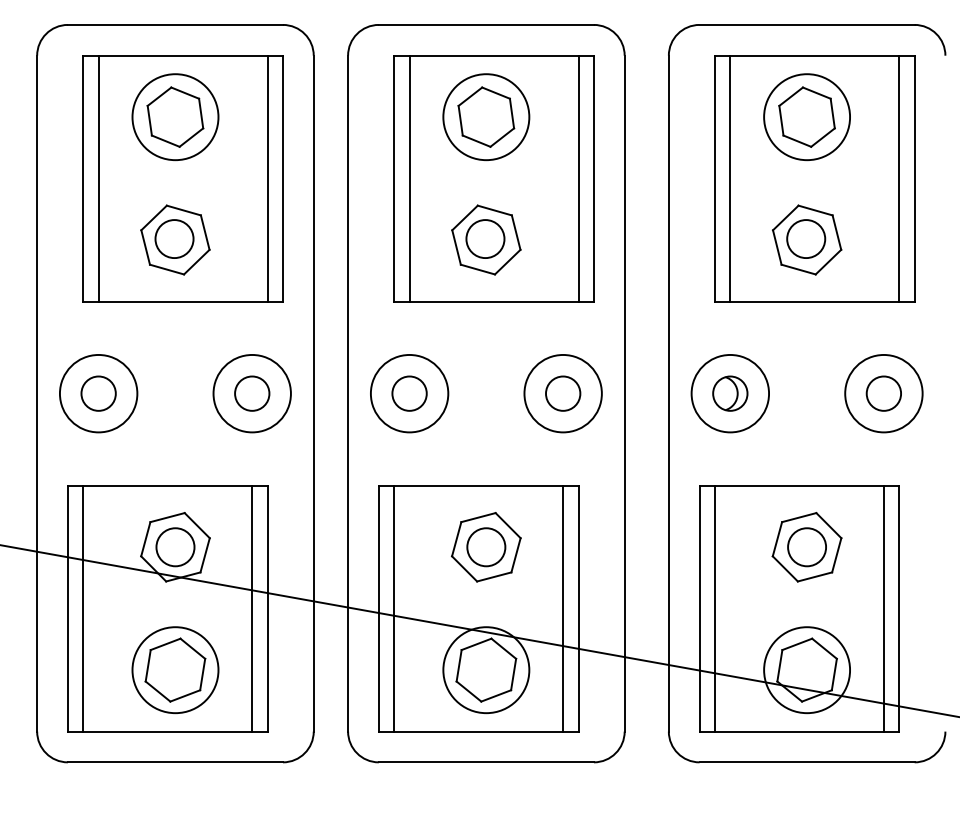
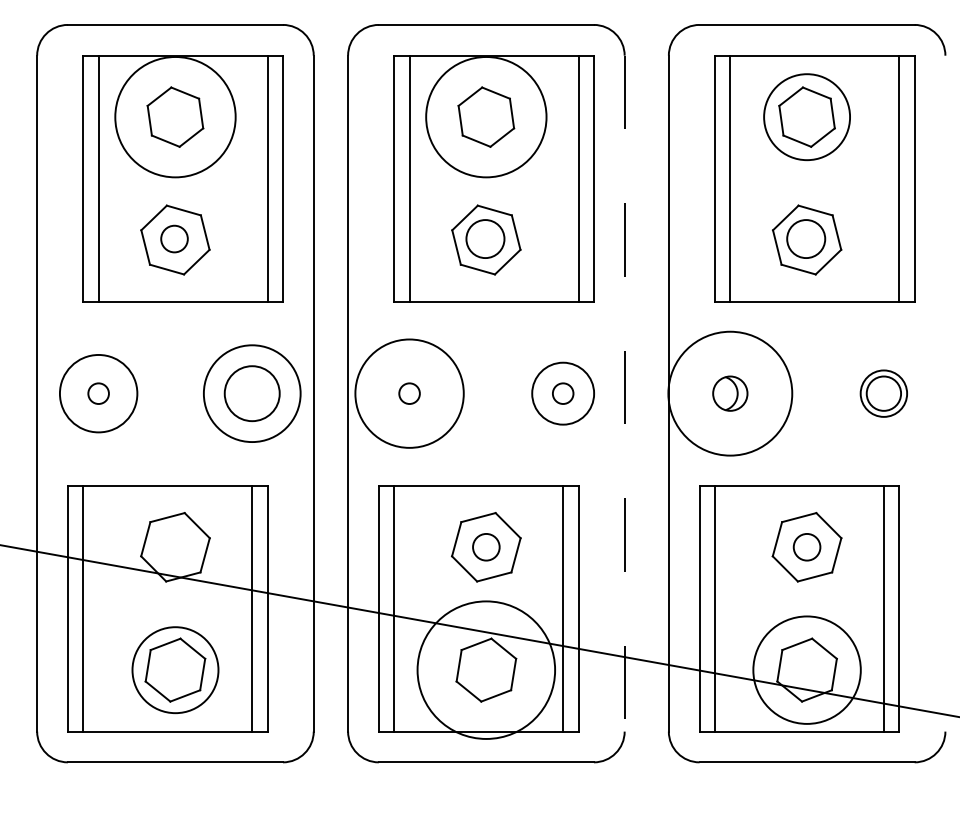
circle at (175, 117) diameter: 86 px -> 120 px
circle at (486, 117) diameter: 86 px -> 120 px
circle at (174, 239) diameter: 38 px -> 27 px
circle at (98, 393) diameter: 34 px -> 21 px
circle at (251, 393) diameter: 77 px -> 97 px
circle at (252, 393) diameter: 34 px -> 55 px
circle at (409, 393) diameter: 34 px -> 21 px
circle at (409, 393) diameter: 77 px -> 108 px
circle at (562, 393) diameter: 77 px -> 62 px
circle at (563, 393) diameter: 34 px -> 21 px
line at (624, 393): solid -> dashed
circle at (730, 393) diameter: 77 px -> 124 px
circle at (883, 393) diameter: 77 px -> 46 px
circle at (175, 547): present -> none
circle at (486, 547) diameter: 38 px -> 27 px
circle at (807, 547) diameter: 38 px -> 27 px
circle at (486, 670) diameter: 86 px -> 138 px
circle at (807, 670) diameter: 86 px -> 107 px
